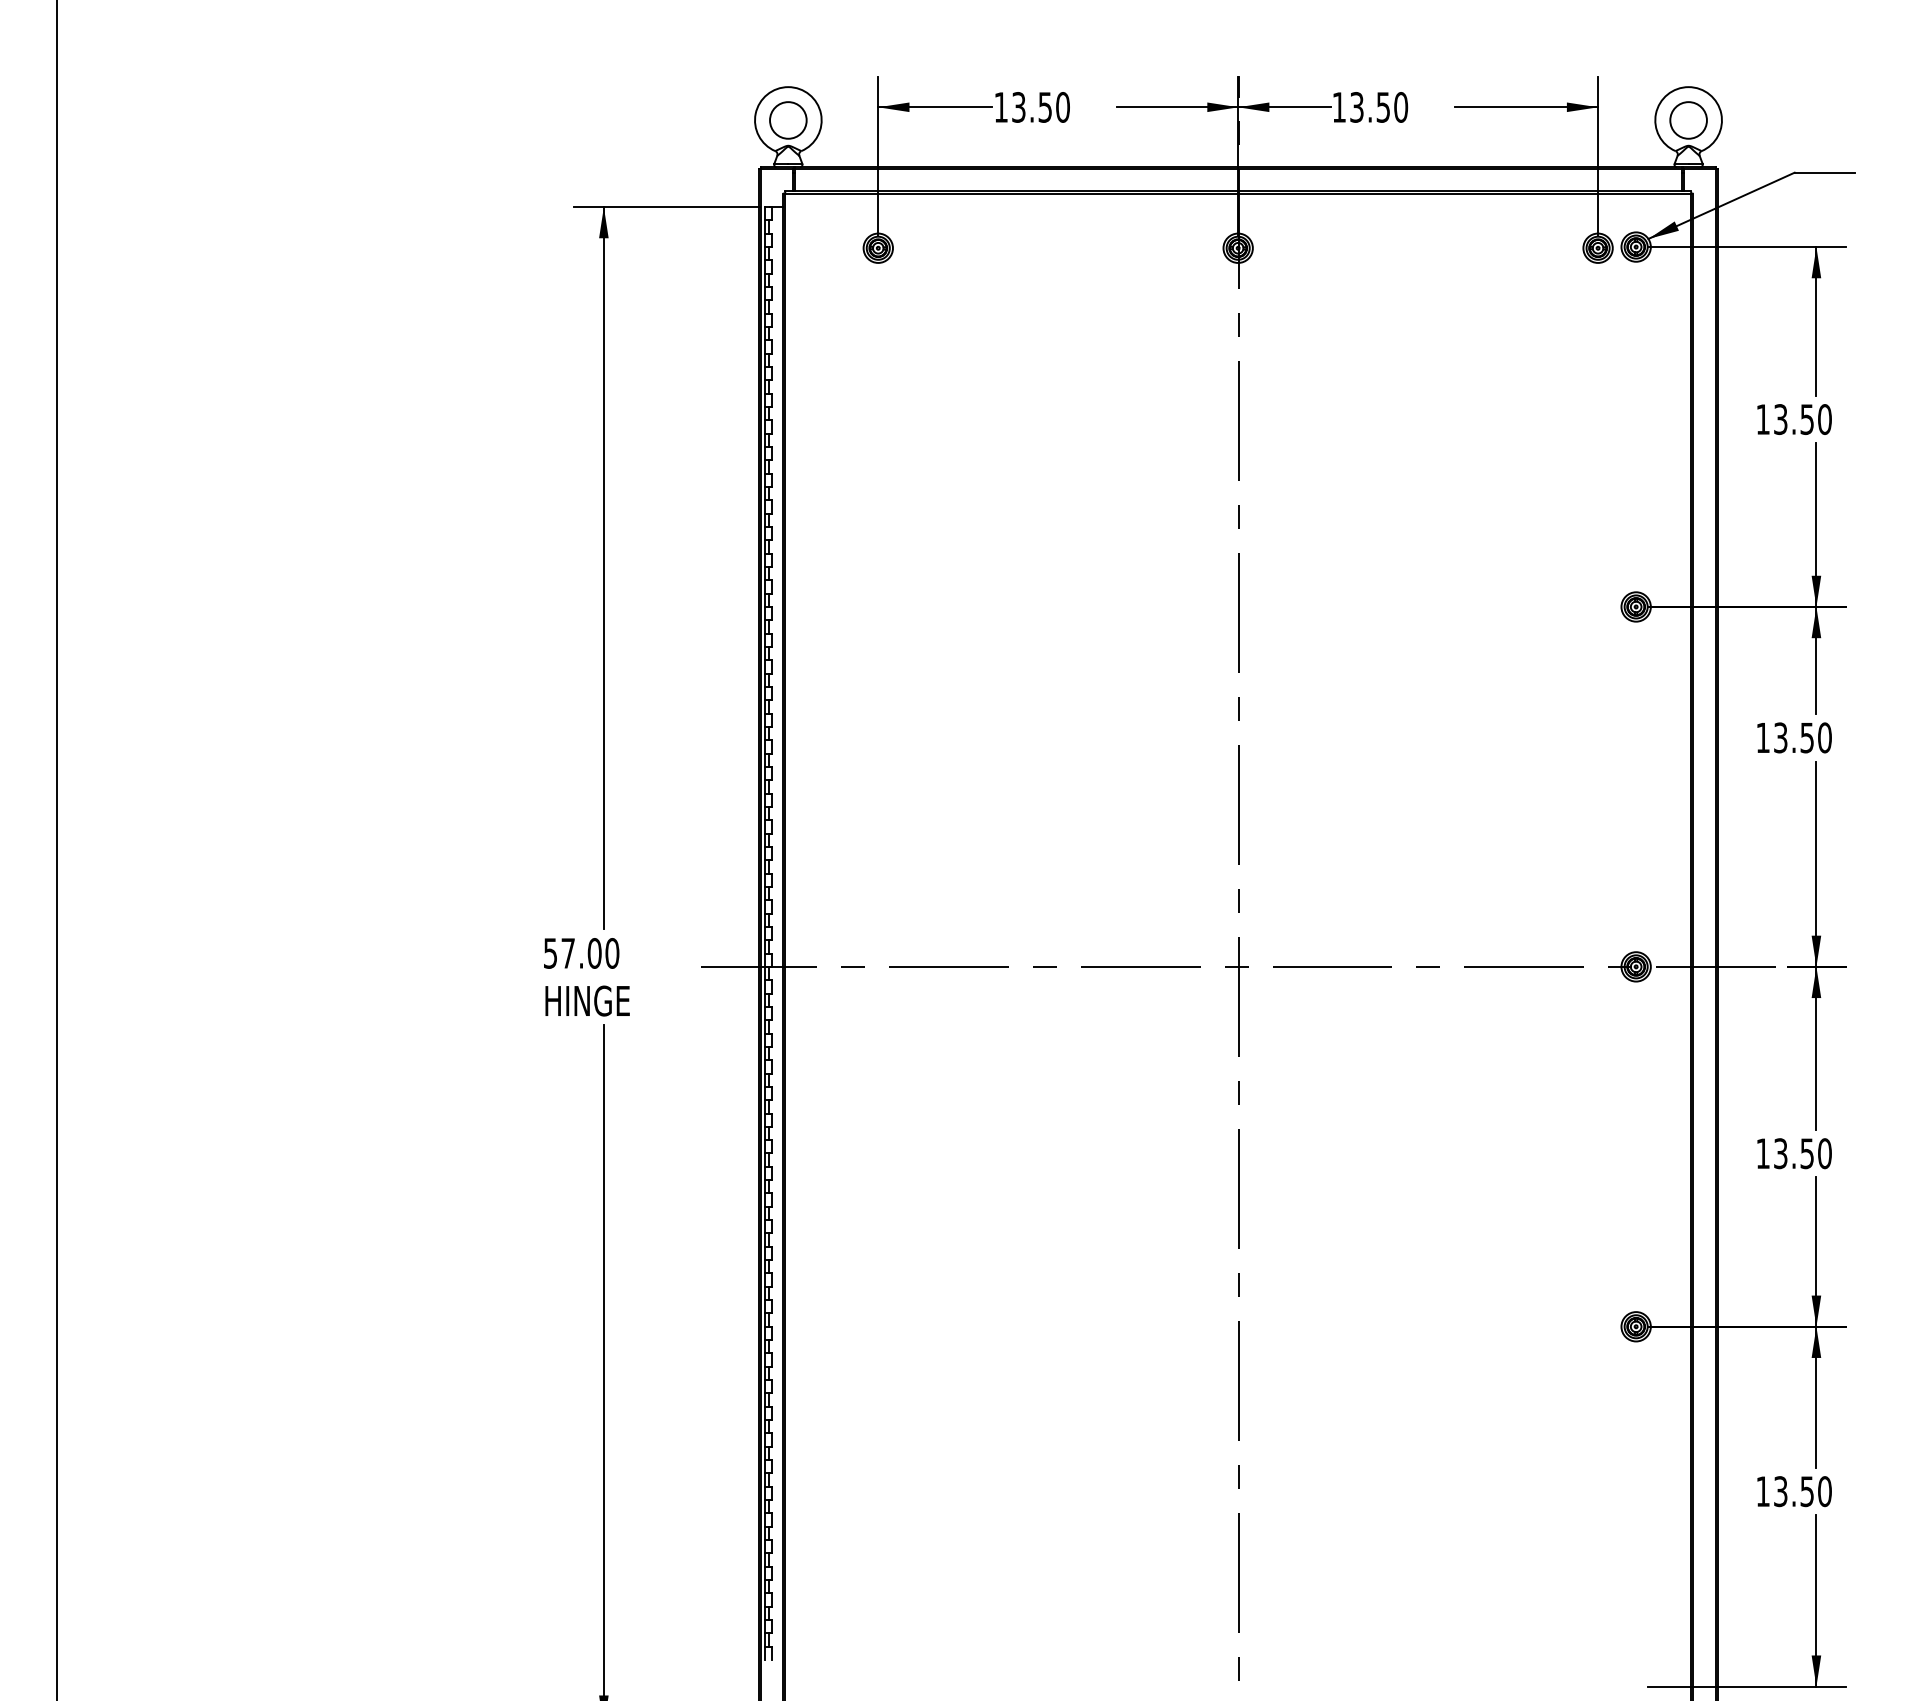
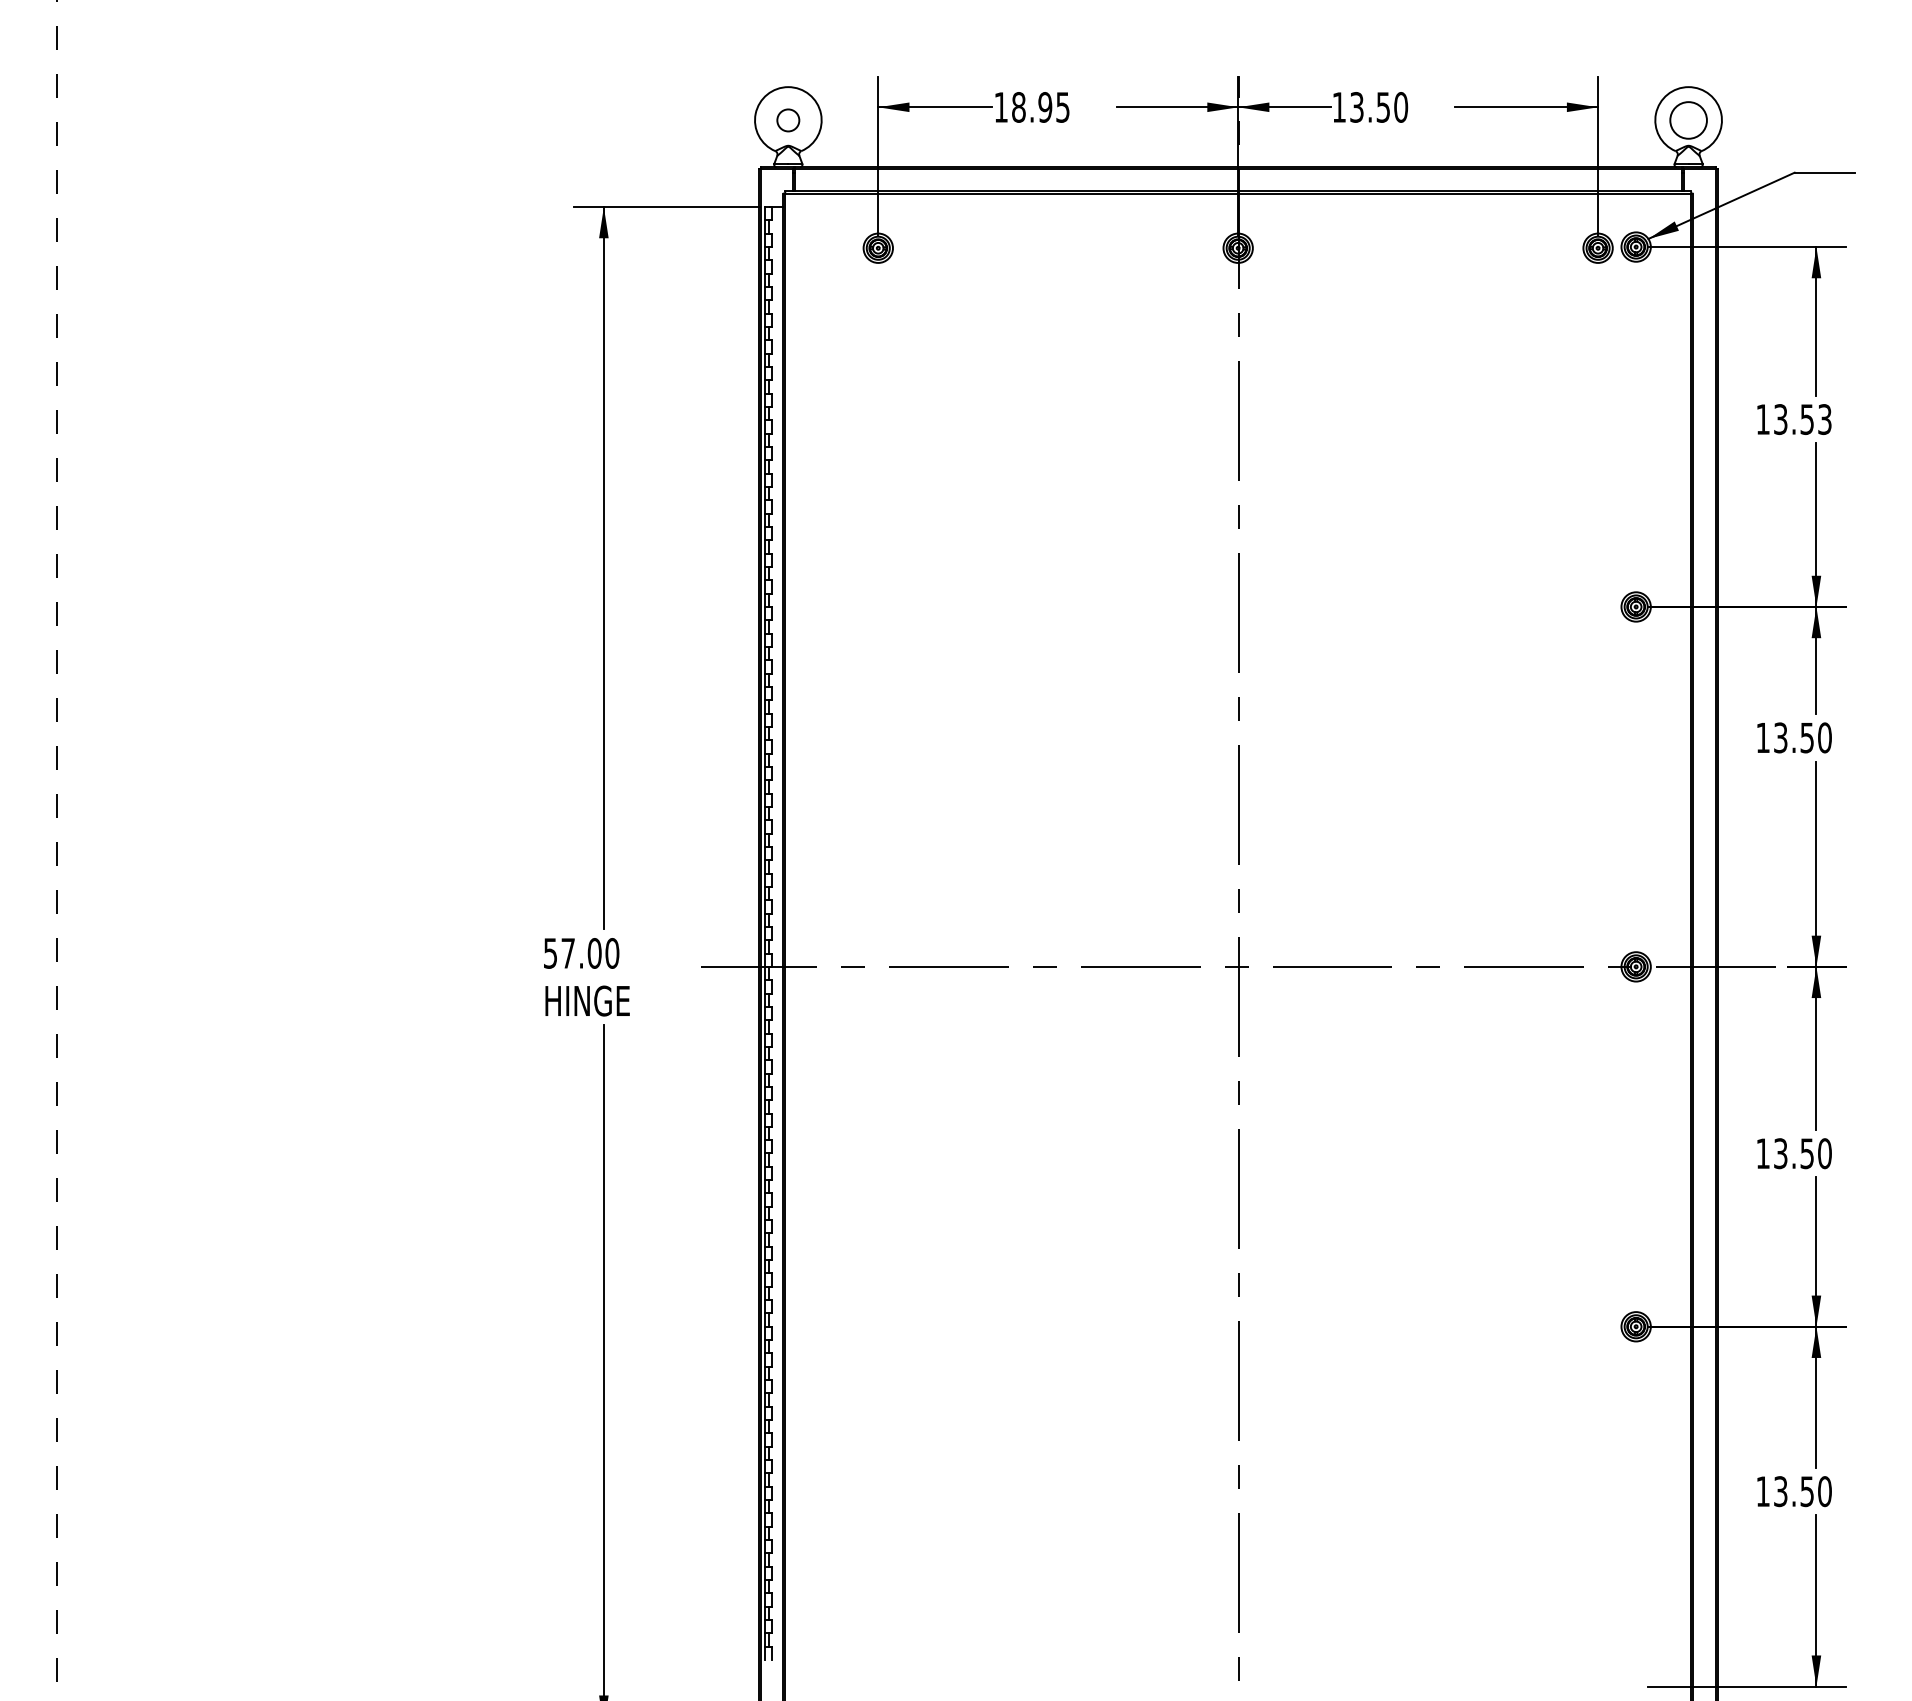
text at (1040, 107): 13.50 -> 18.95
circle at (788, 120) diameter: 37 px -> 22 px
text at (1824, 419): 13.50 -> 13.53
line at (57, 850): solid -> dashed
